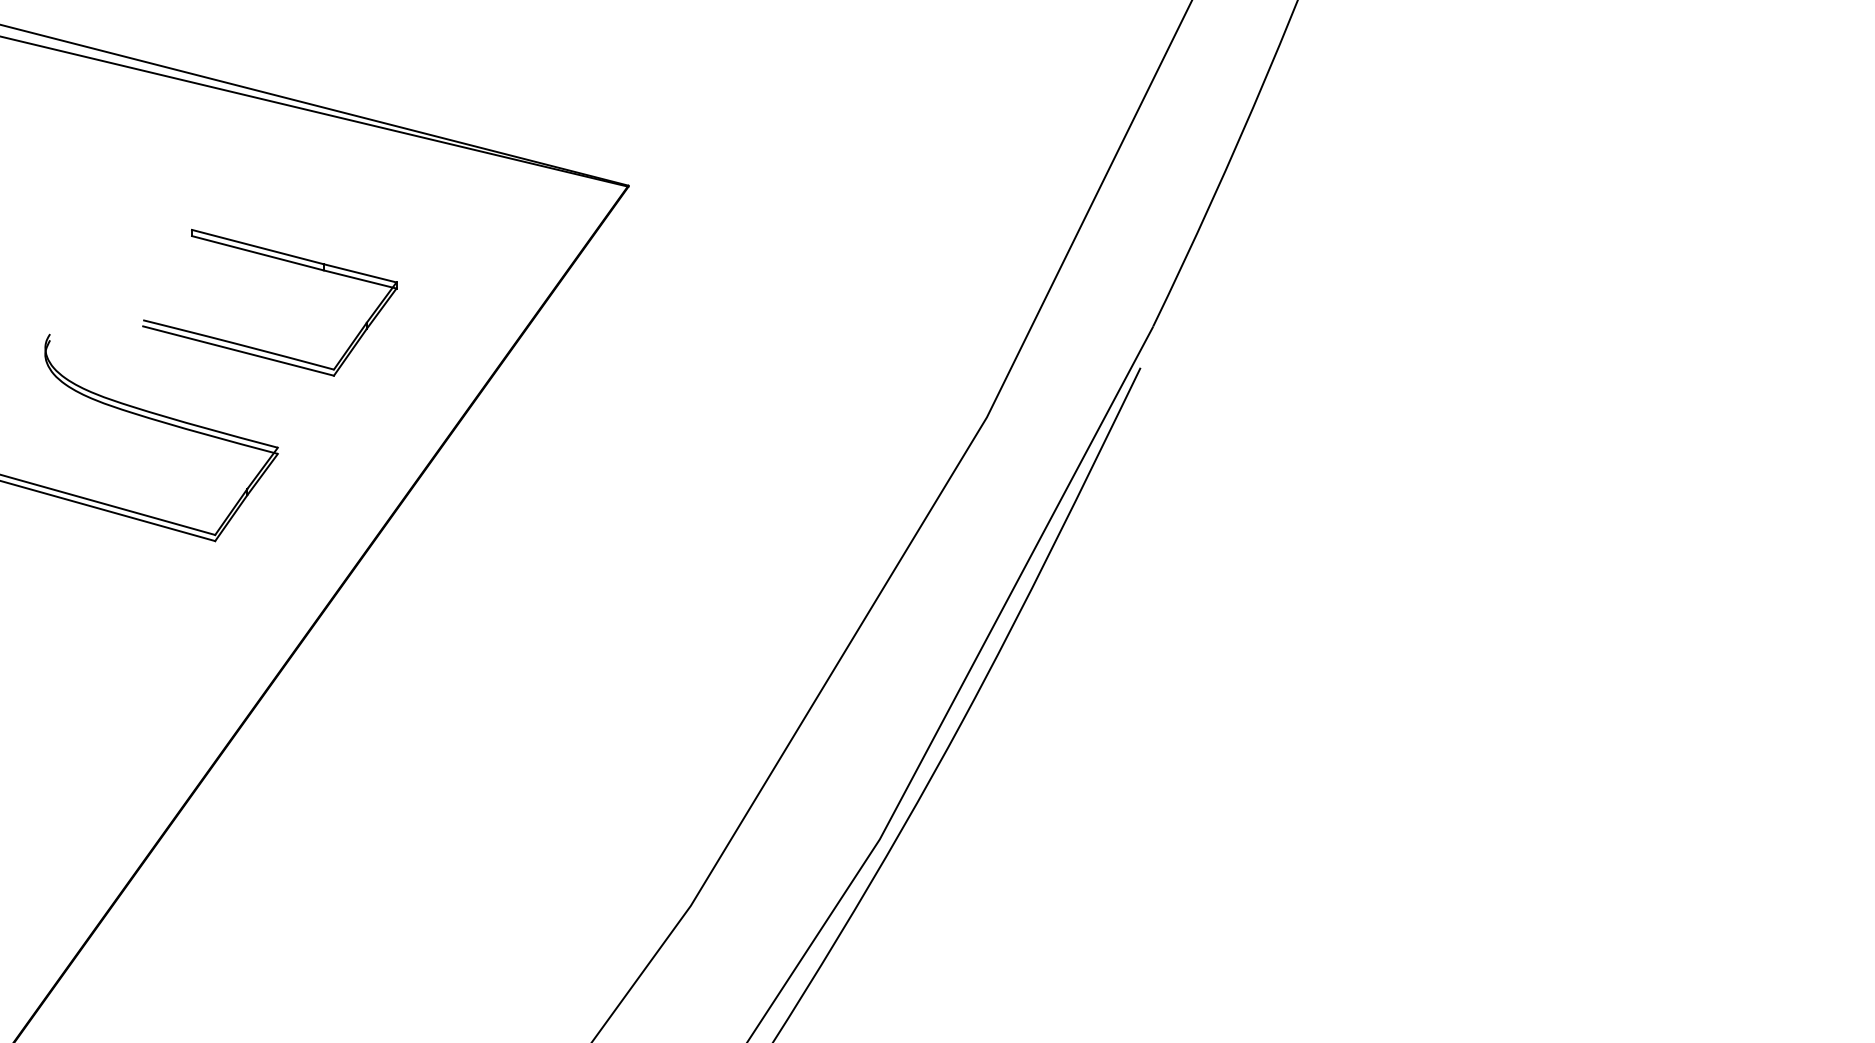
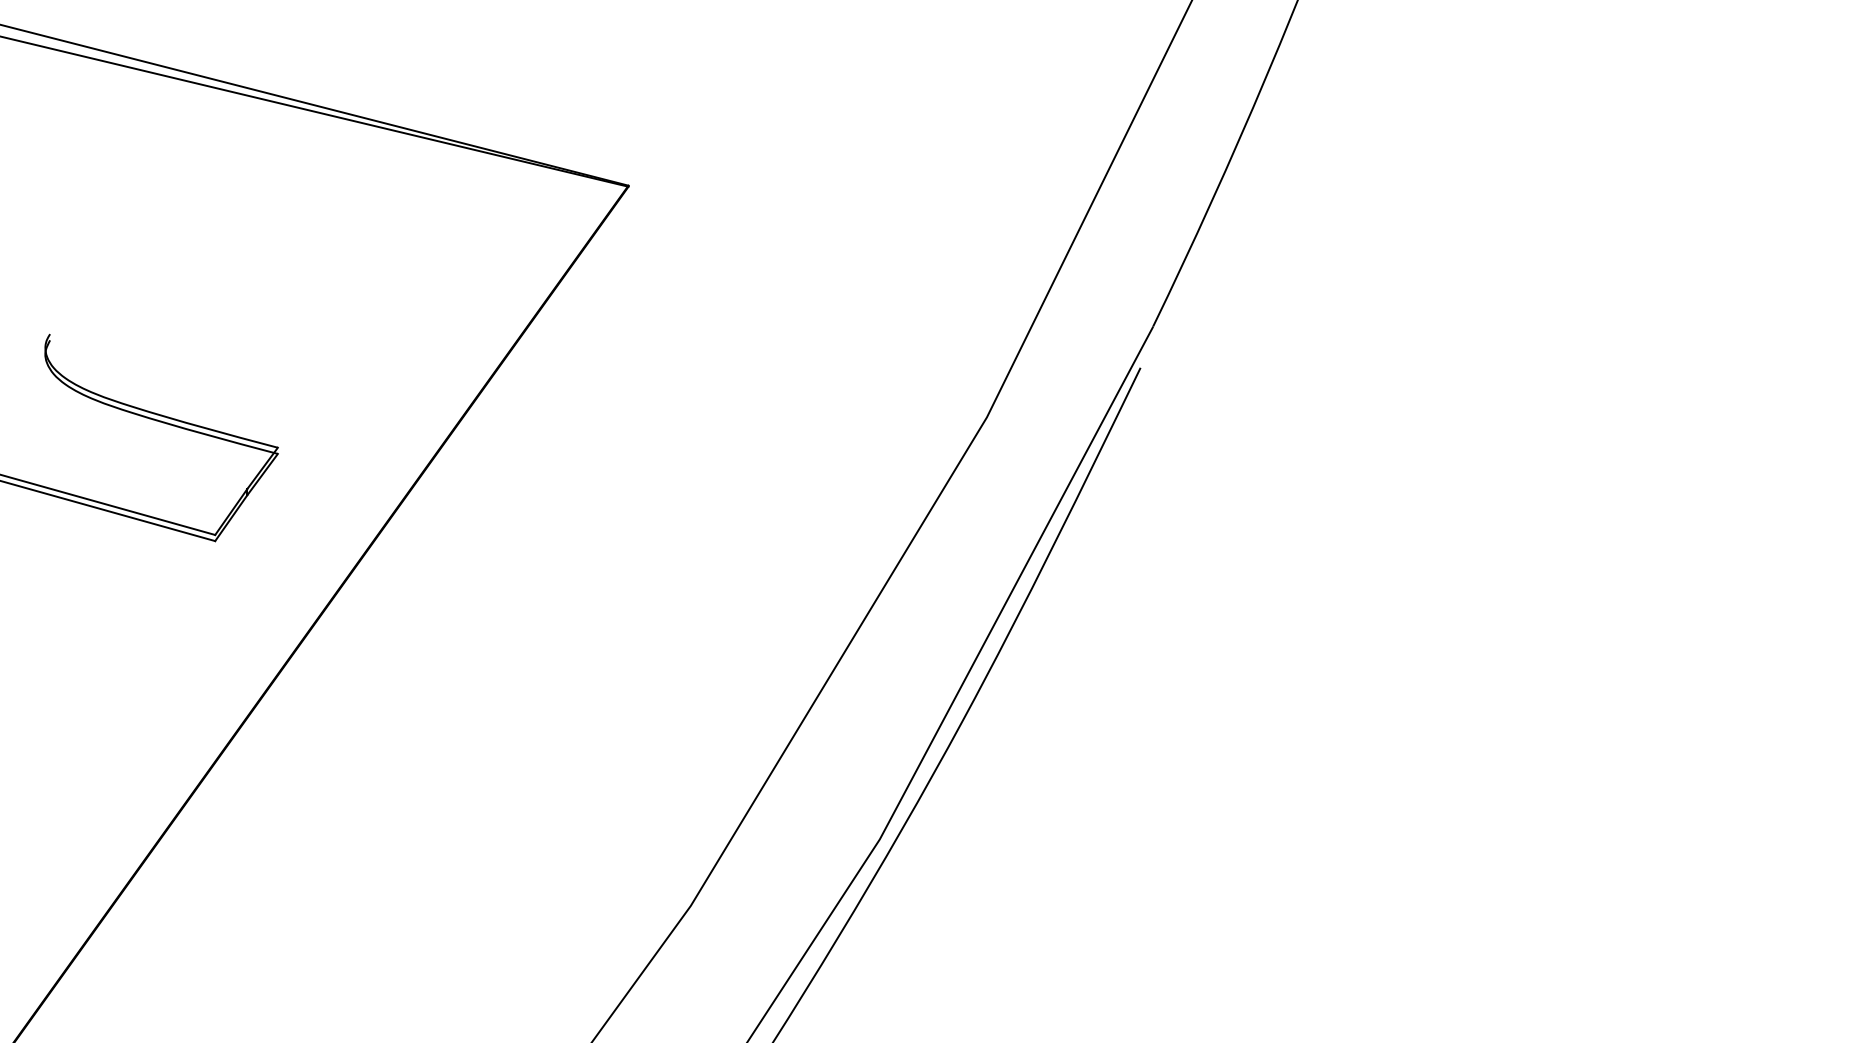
part at (280, 260): present -> none
